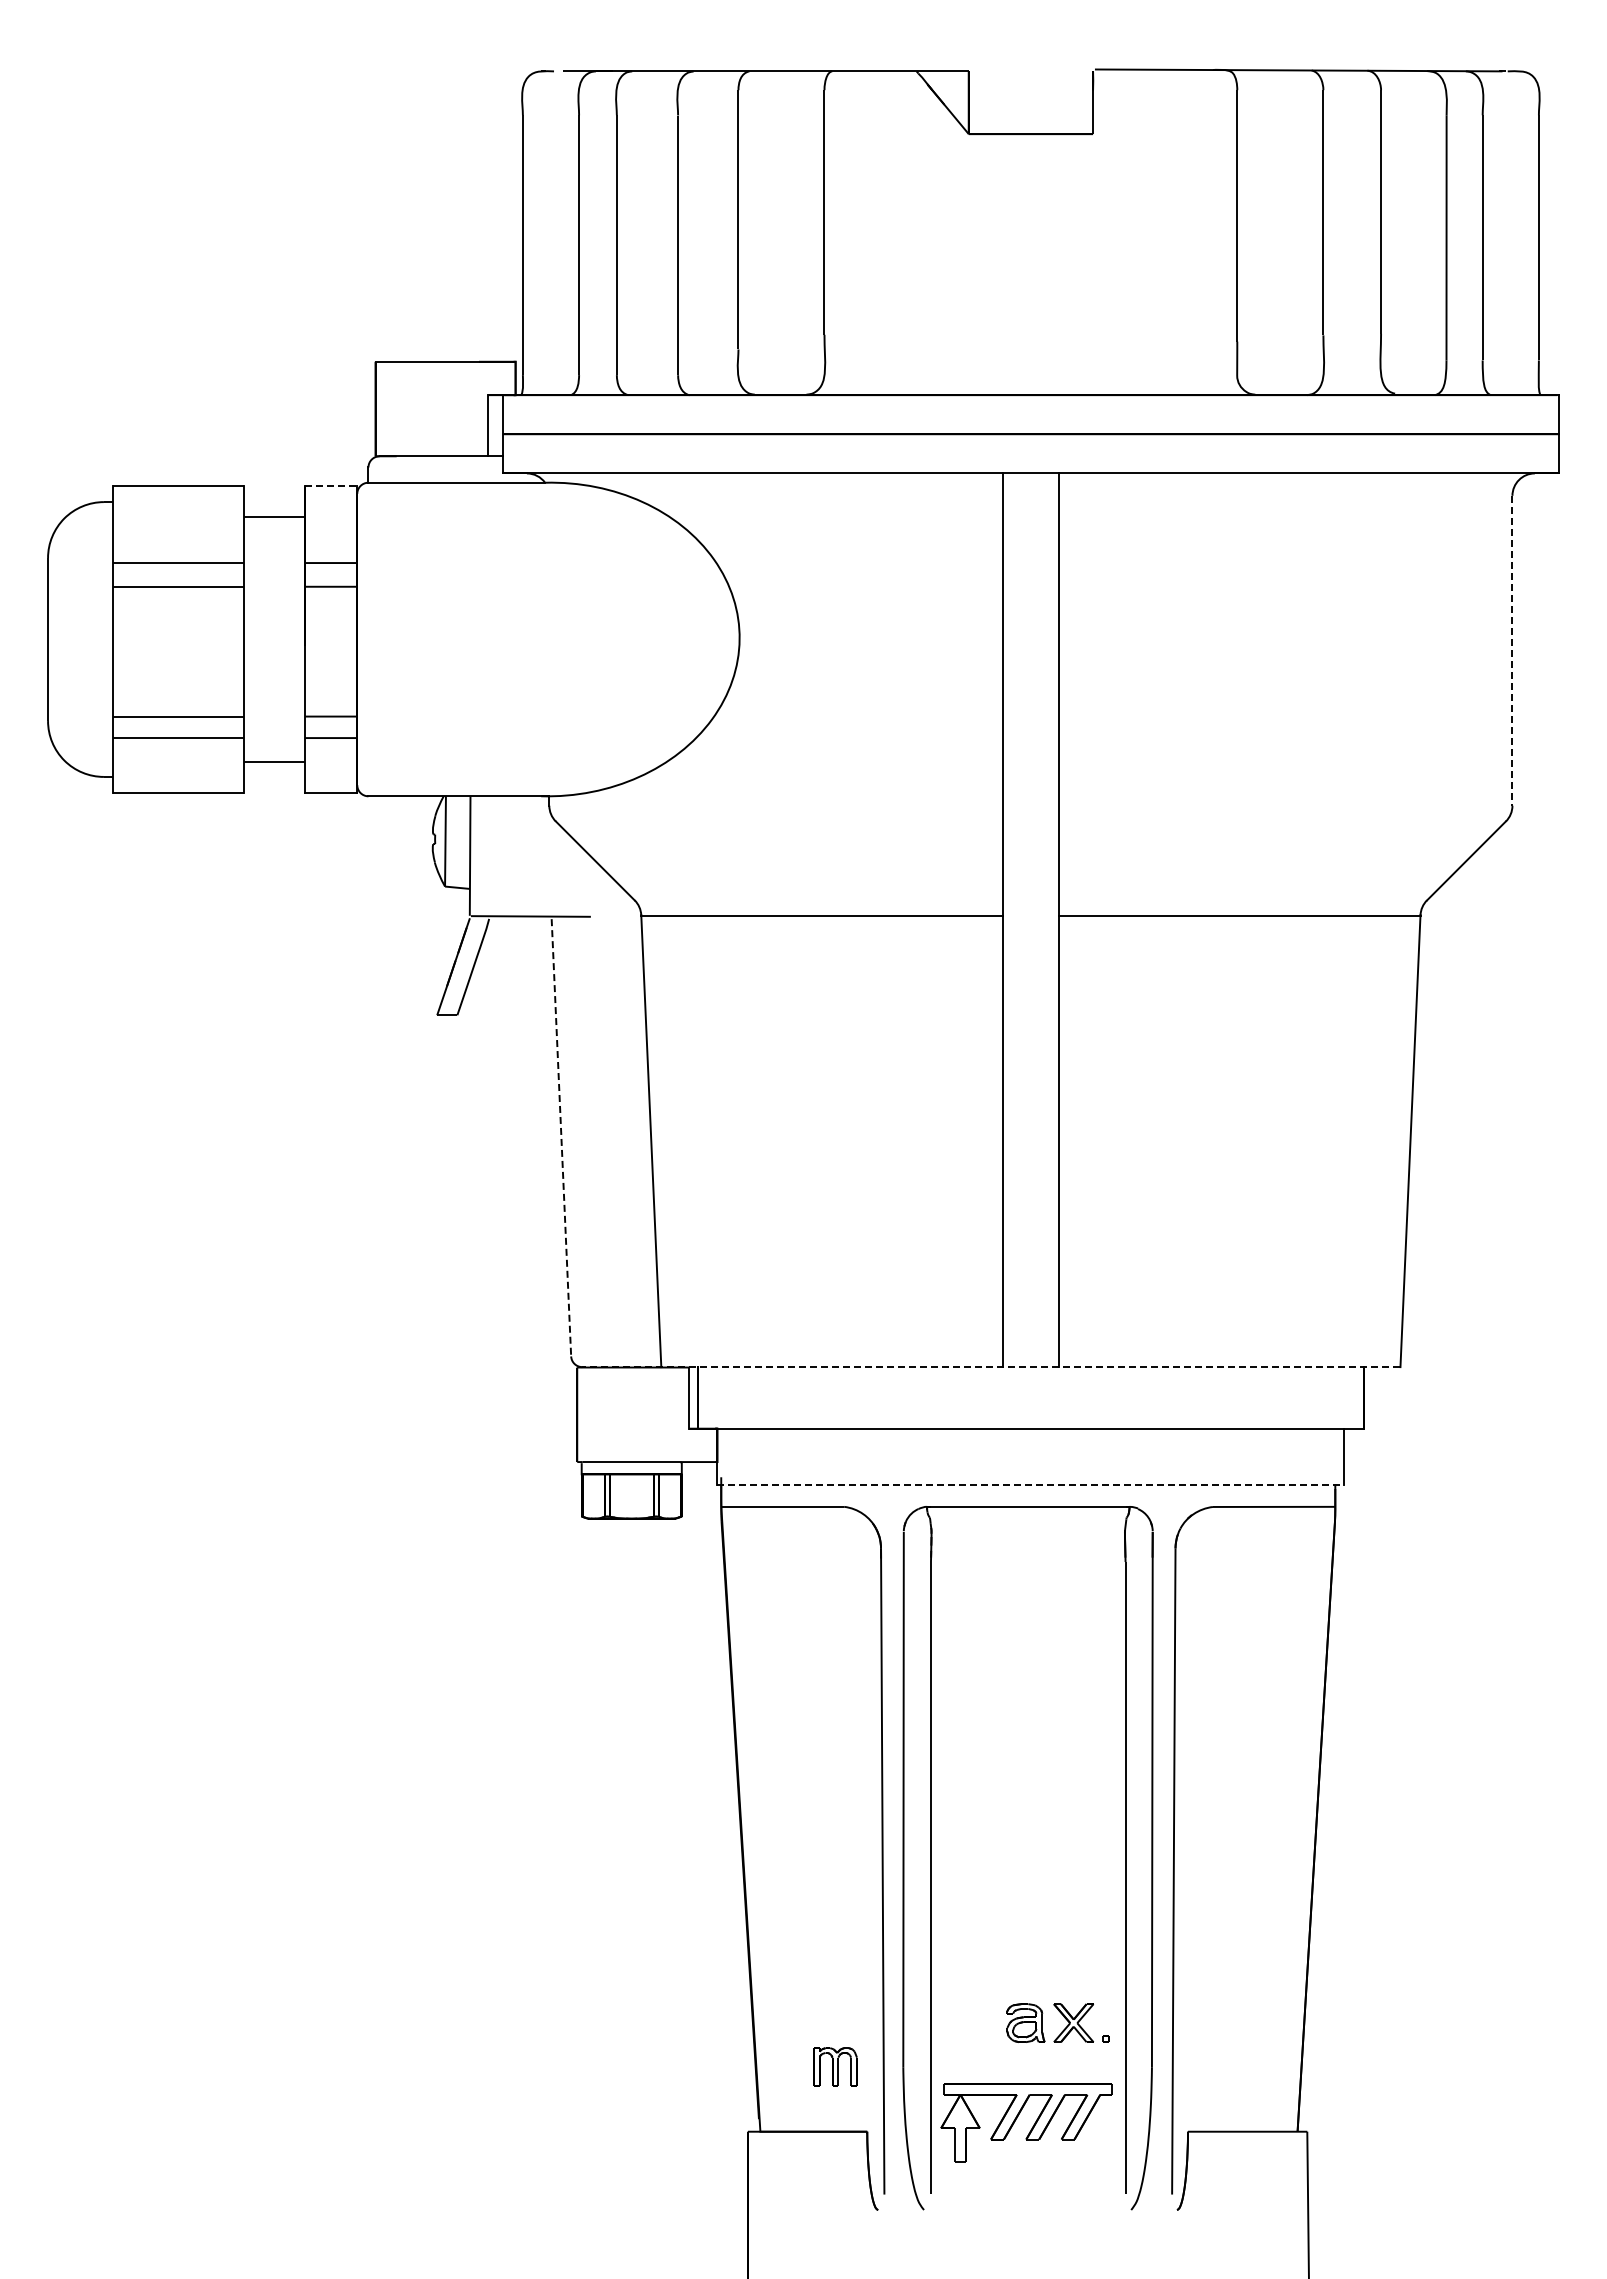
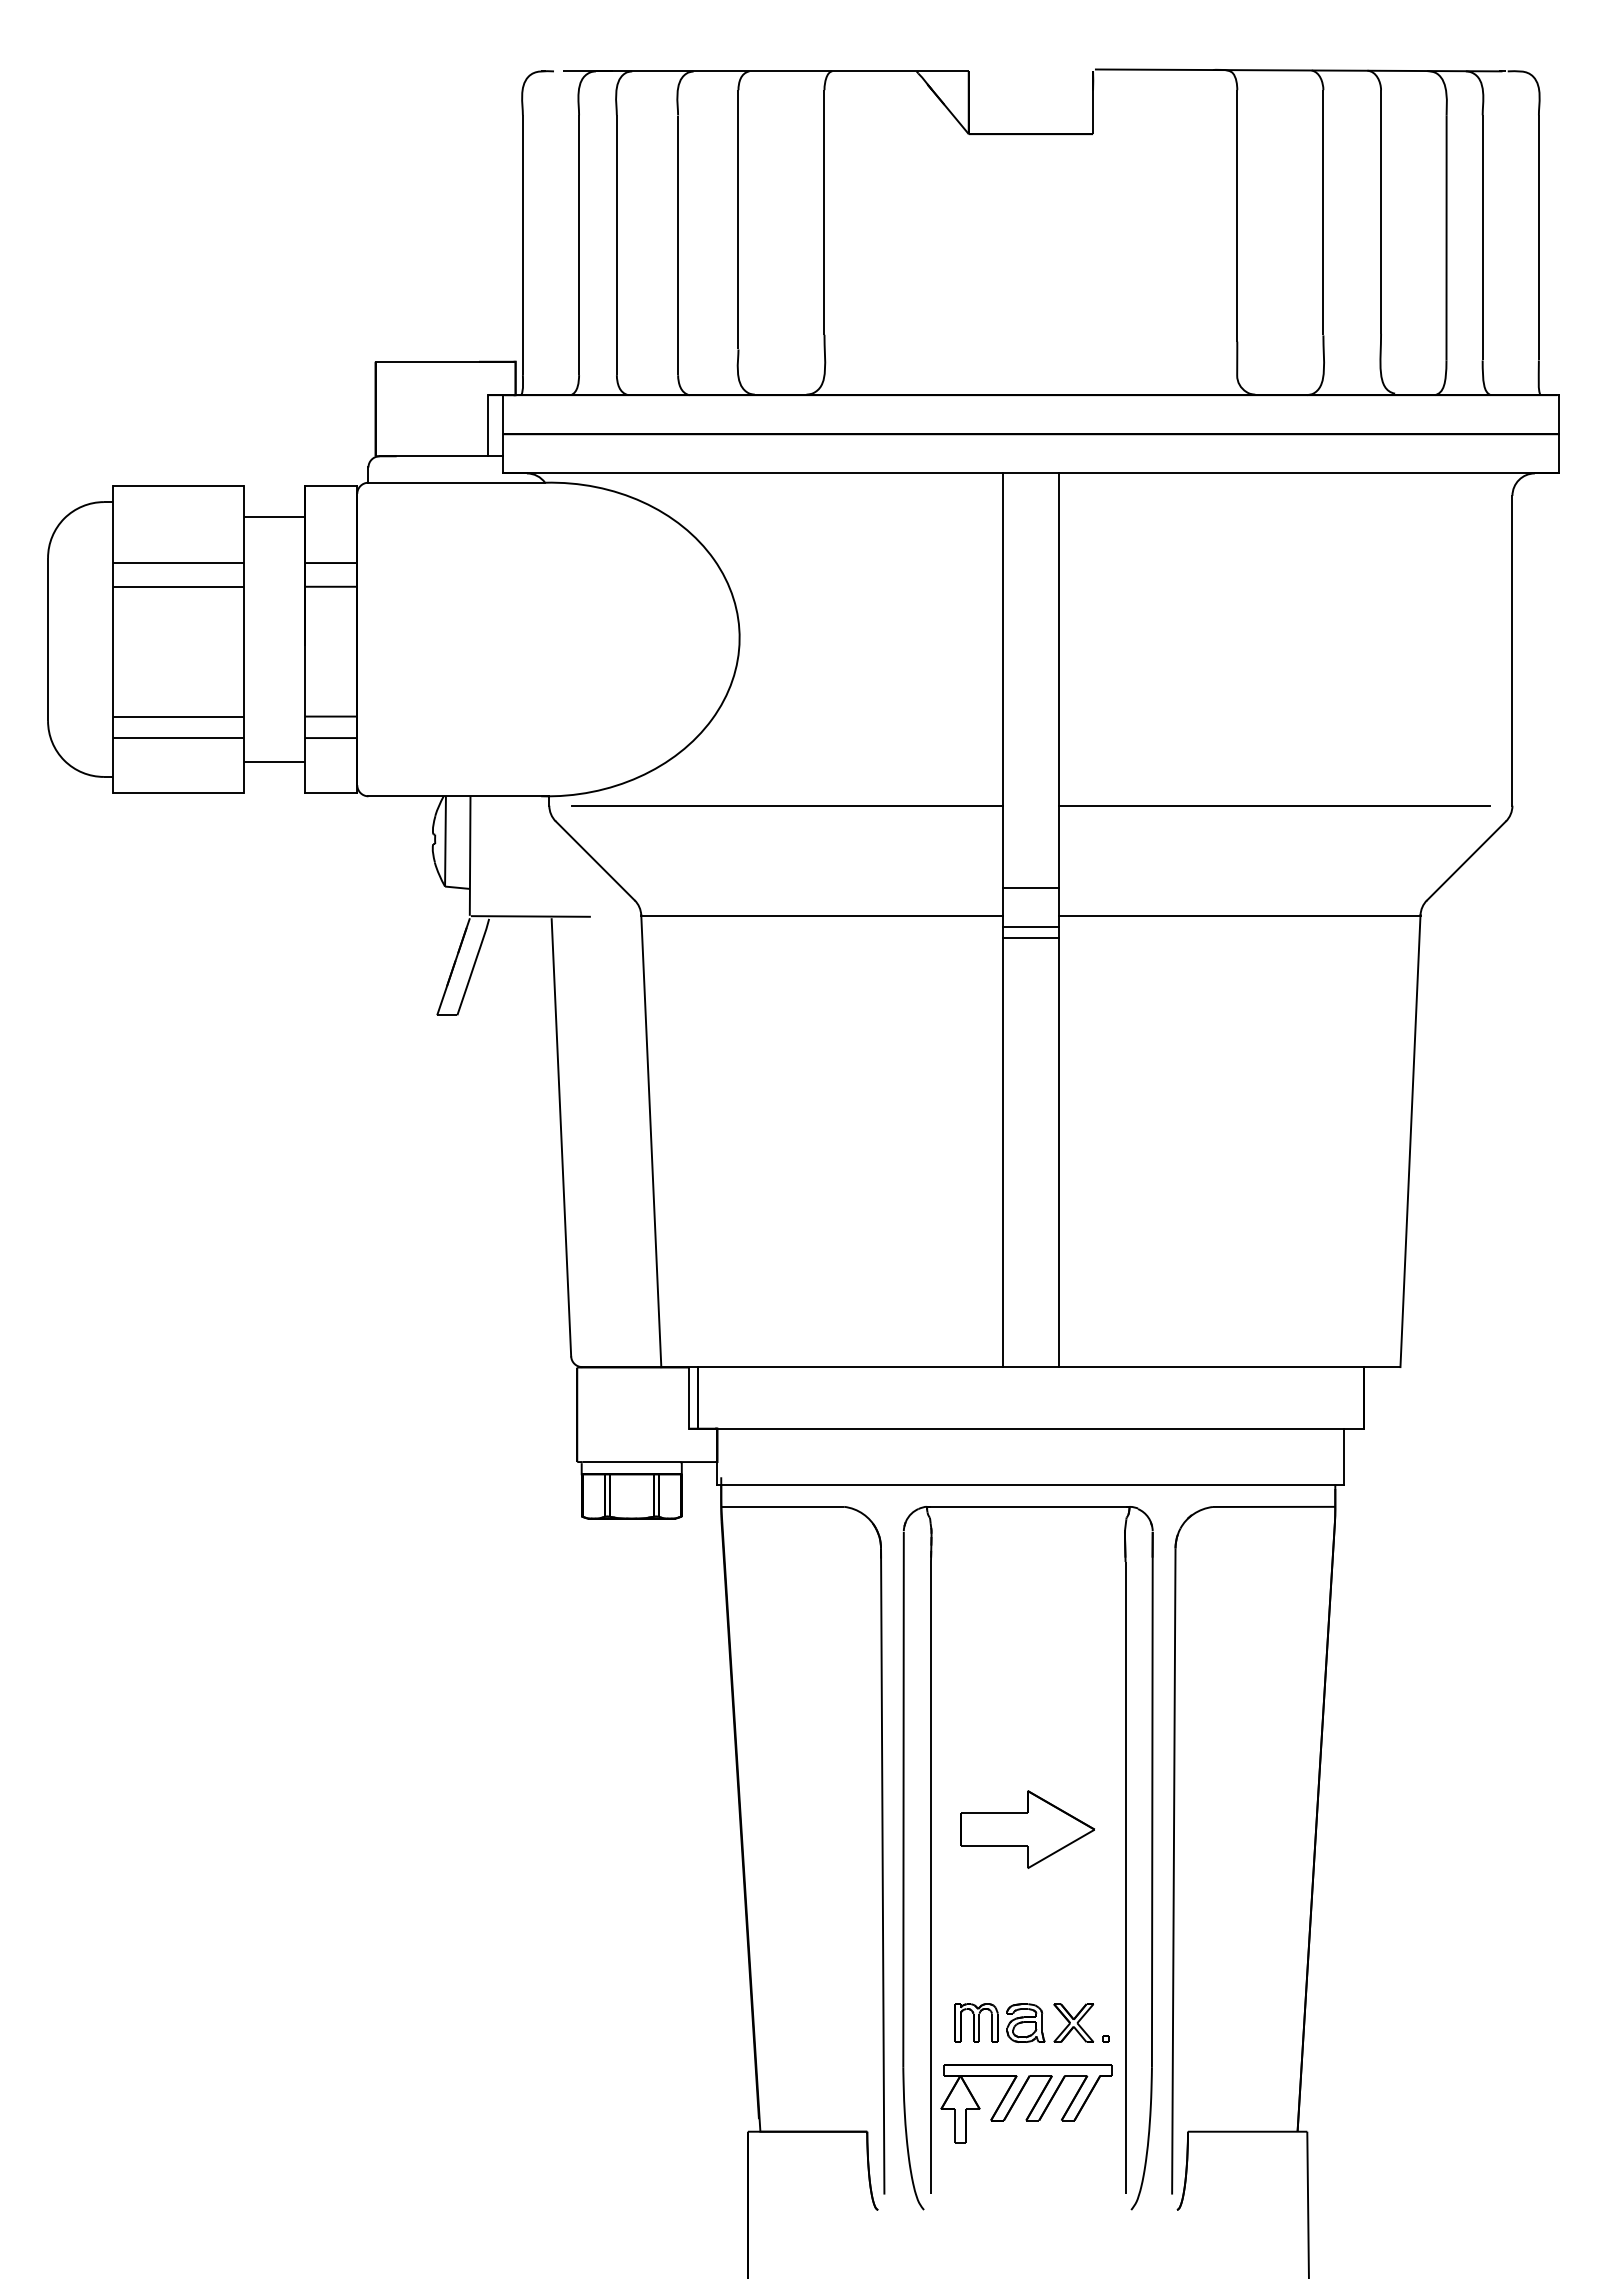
line at (331, 485): dashed -> solid
line at (1512, 650): dashed -> solid
line at (786, 805): none -> present
line at (1274, 805): none -> present
line at (1030, 888): none -> present
line at (1030, 926): none -> present
line at (1030, 937): none -> present
line at (561, 1137): dashed -> solid
line at (990, 1367): dashed -> solid
line at (1030, 1484): dashed -> solid
part at (1027, 1829): none -> present
part at (835, 2066) position: (835, 2066) -> (976, 2022)
part at (1032, 2126) position: (1032, 2126) -> (1032, 2107)
